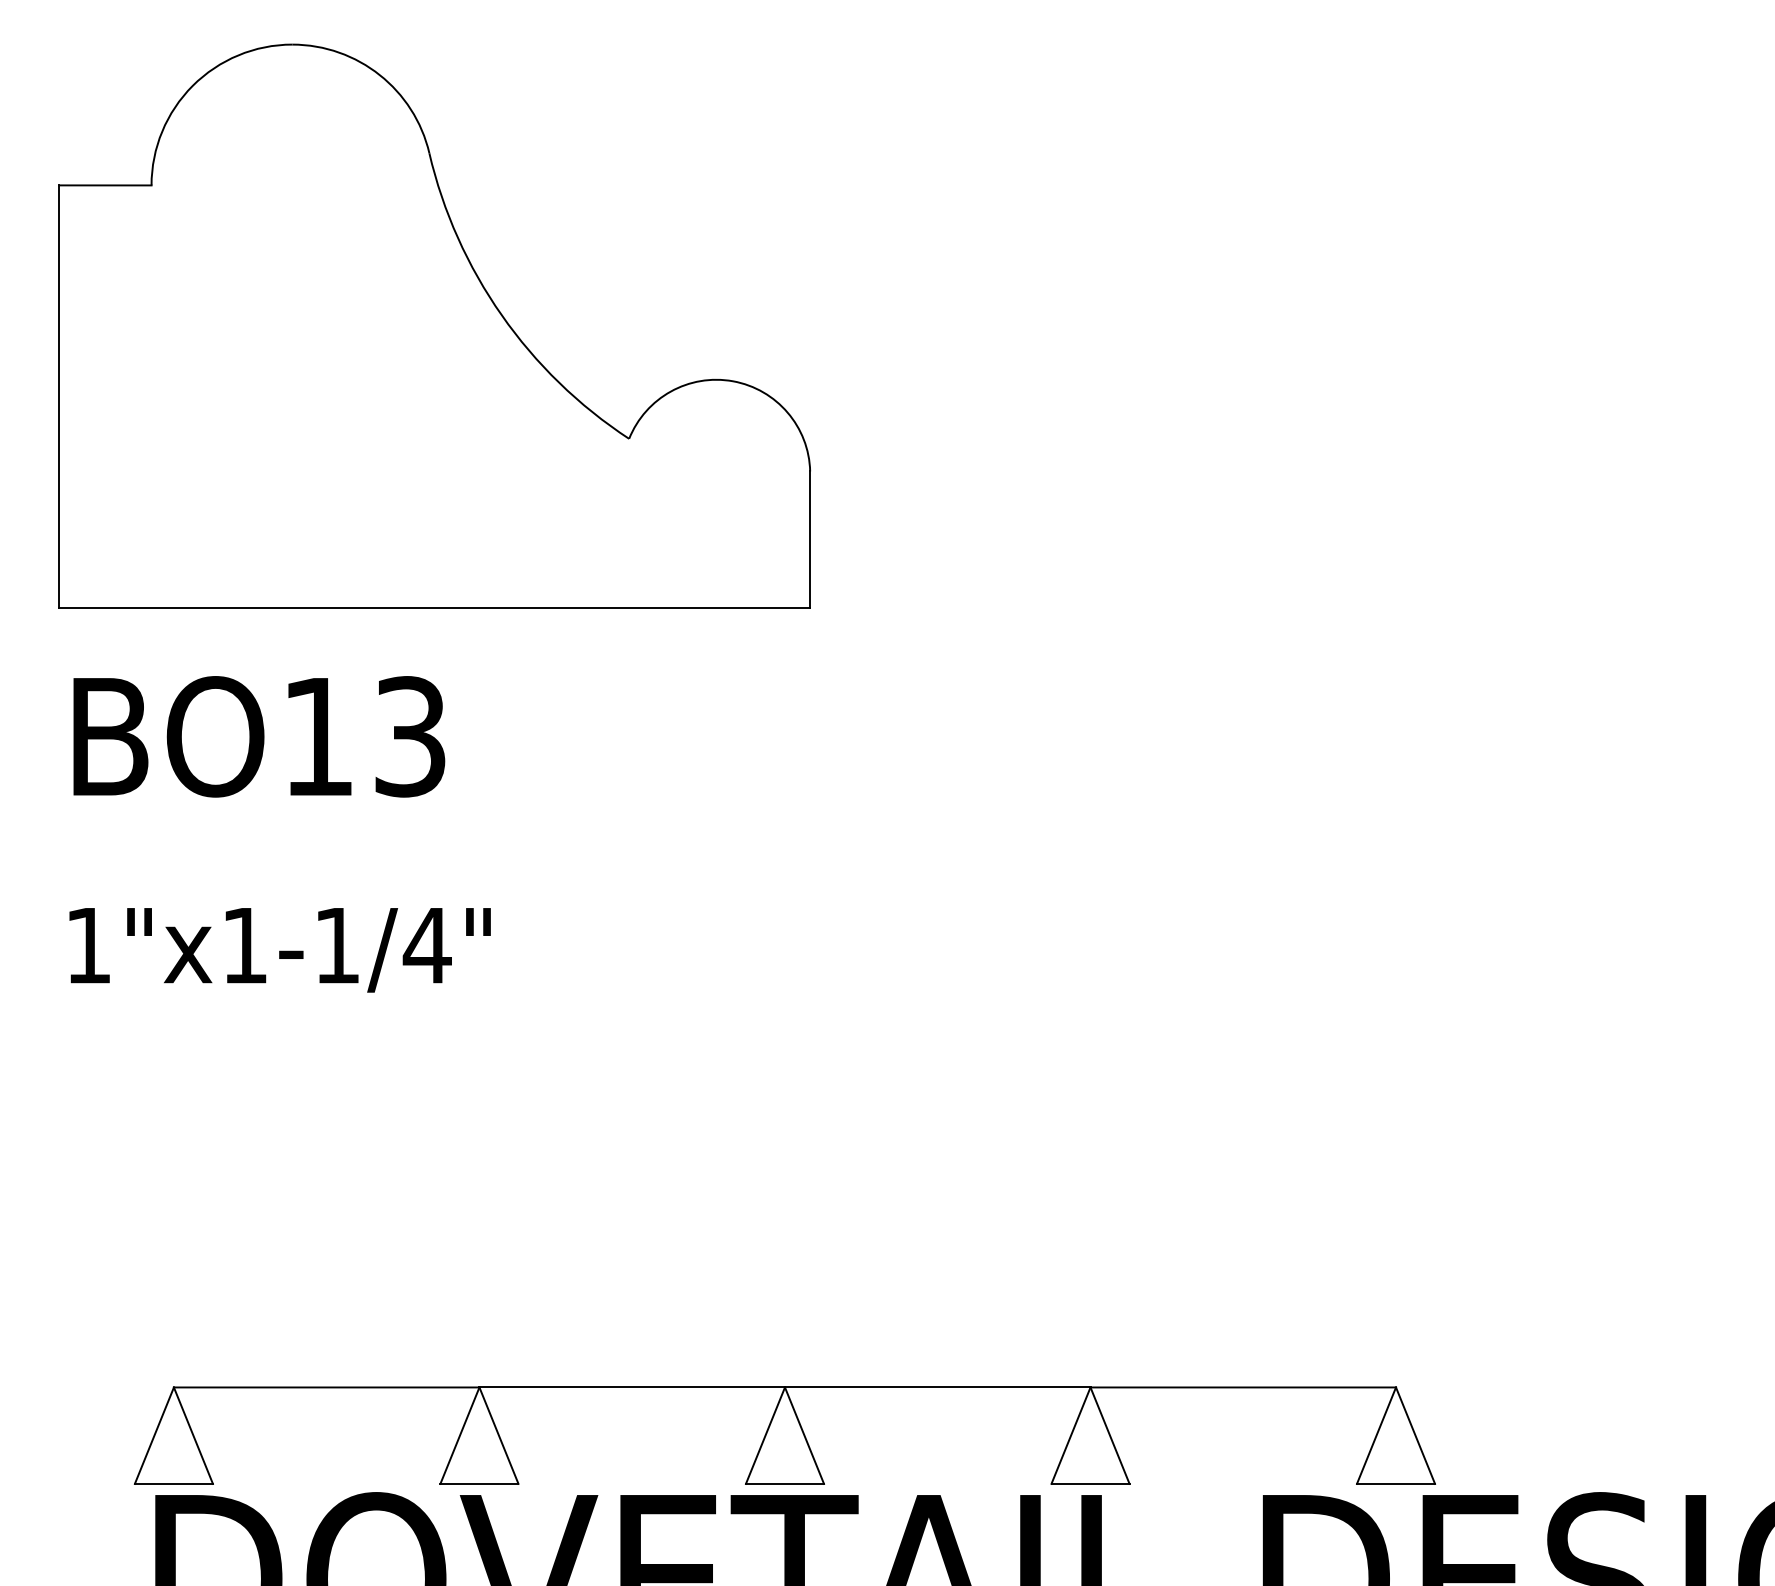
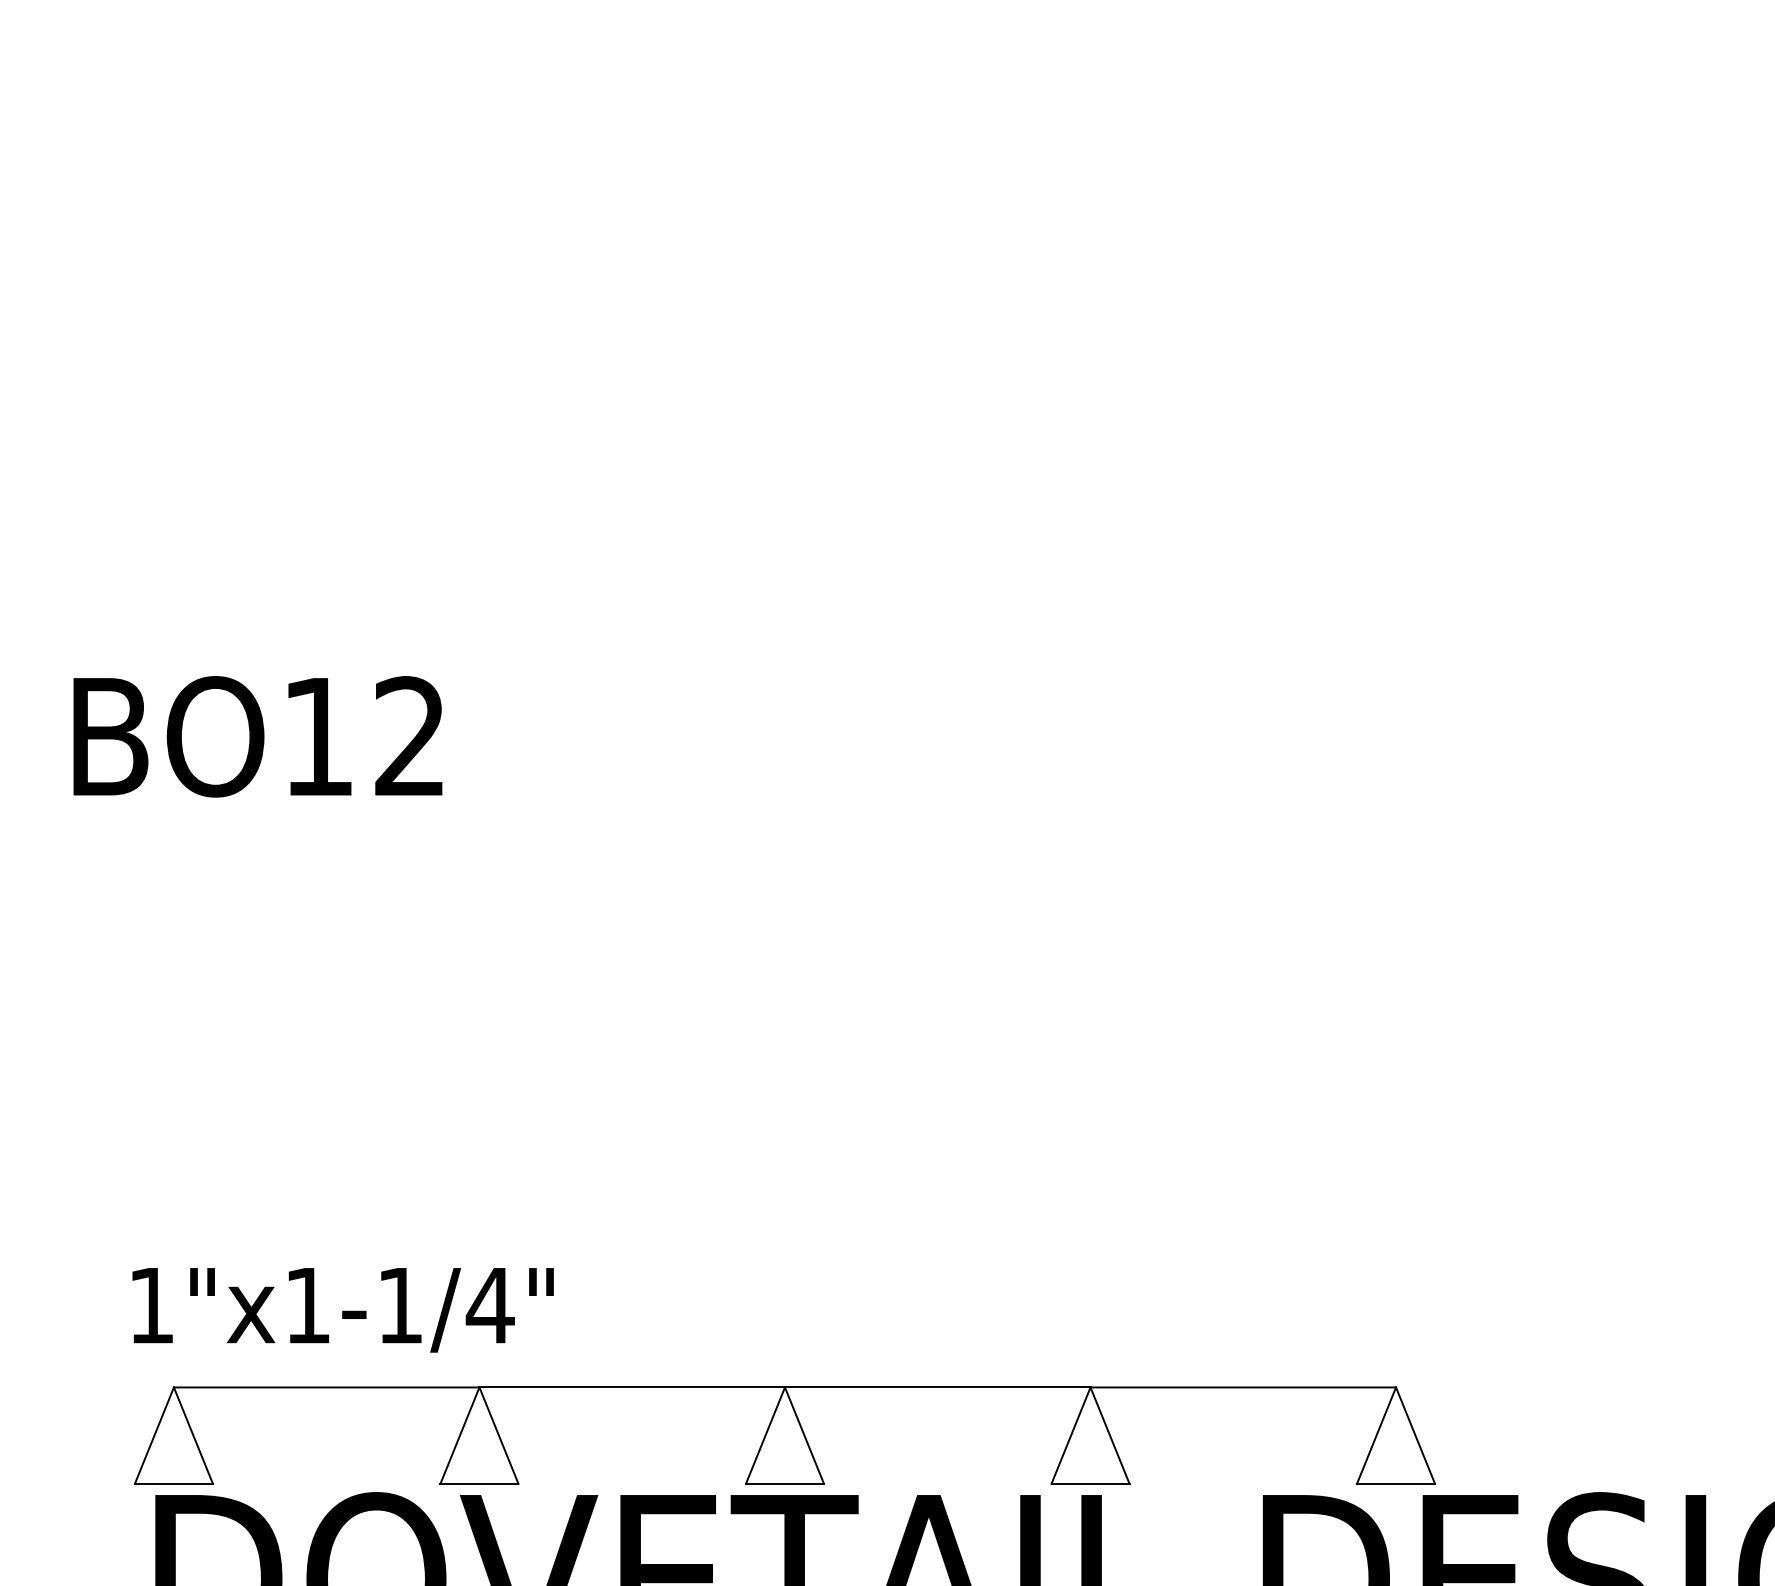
part at (434, 325): present -> none
text at (410, 736): BO13 -> BO12
text at (279, 950) position: (279, 950) -> (342, 1310)
